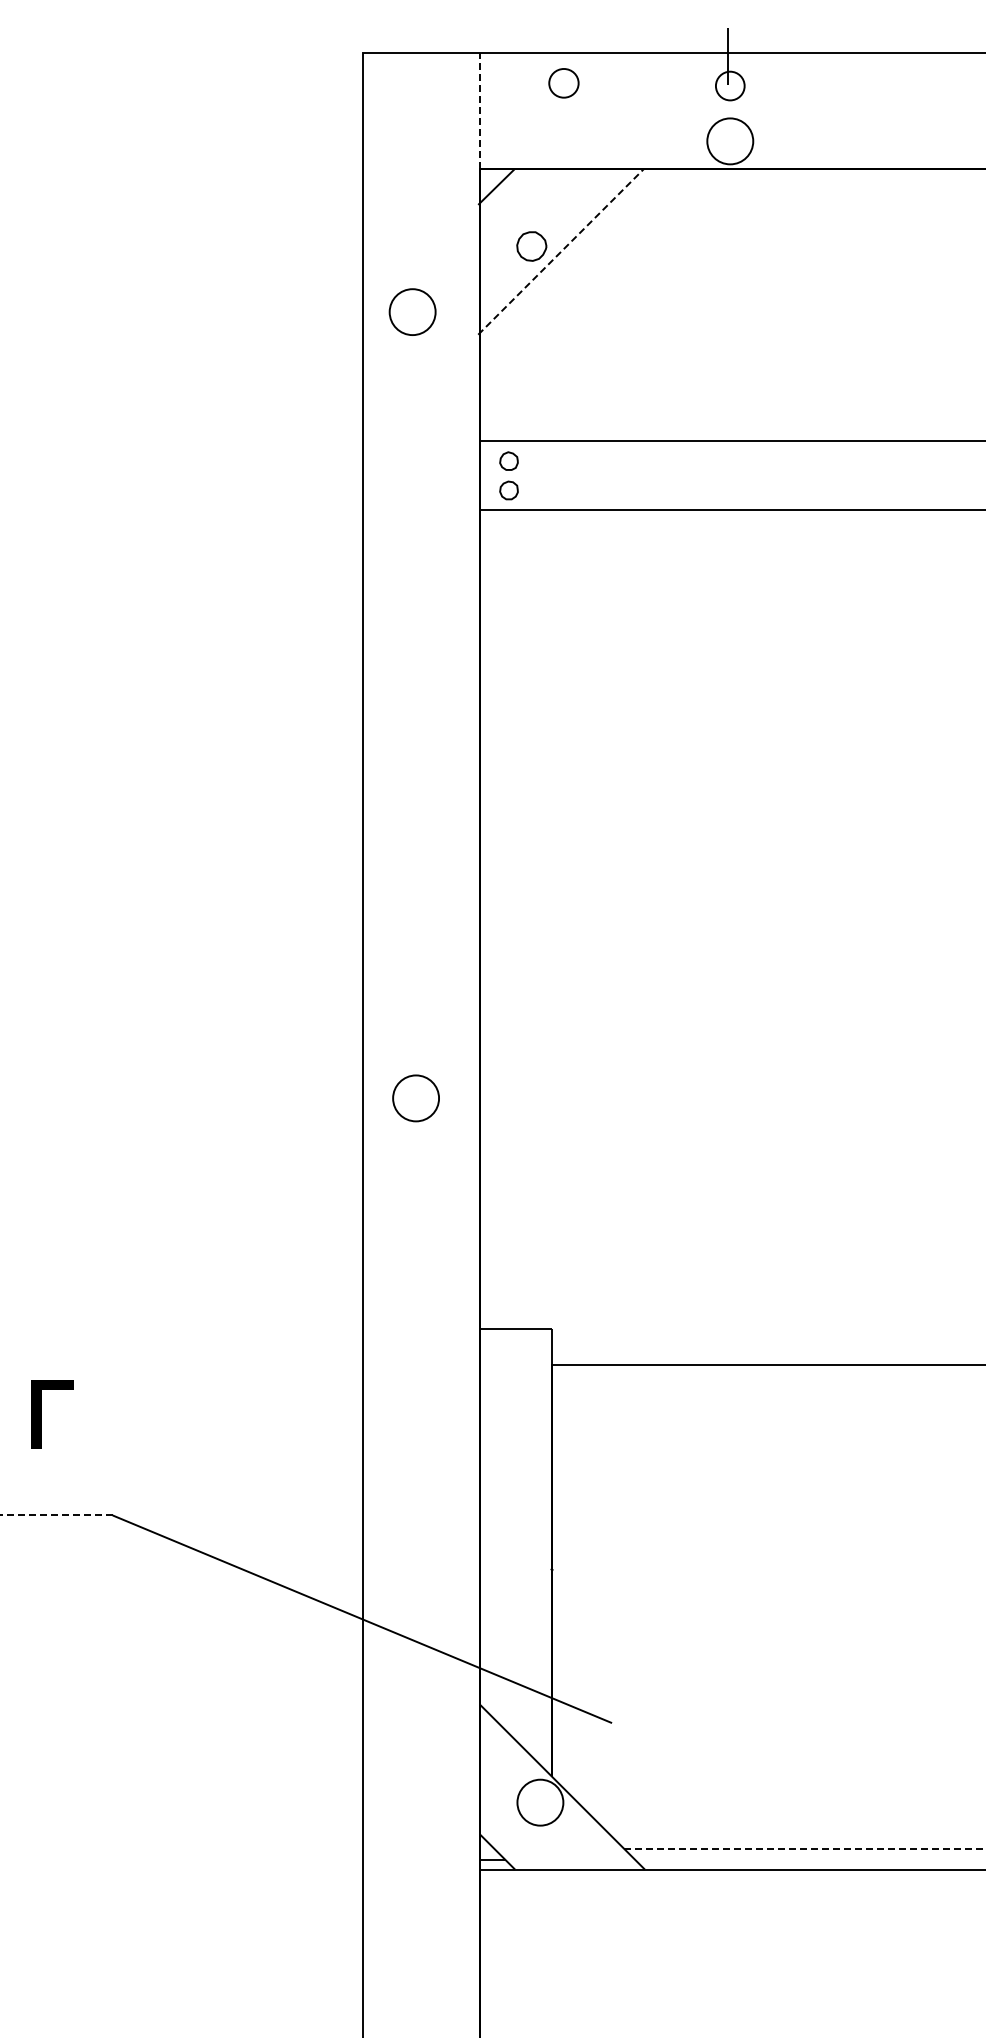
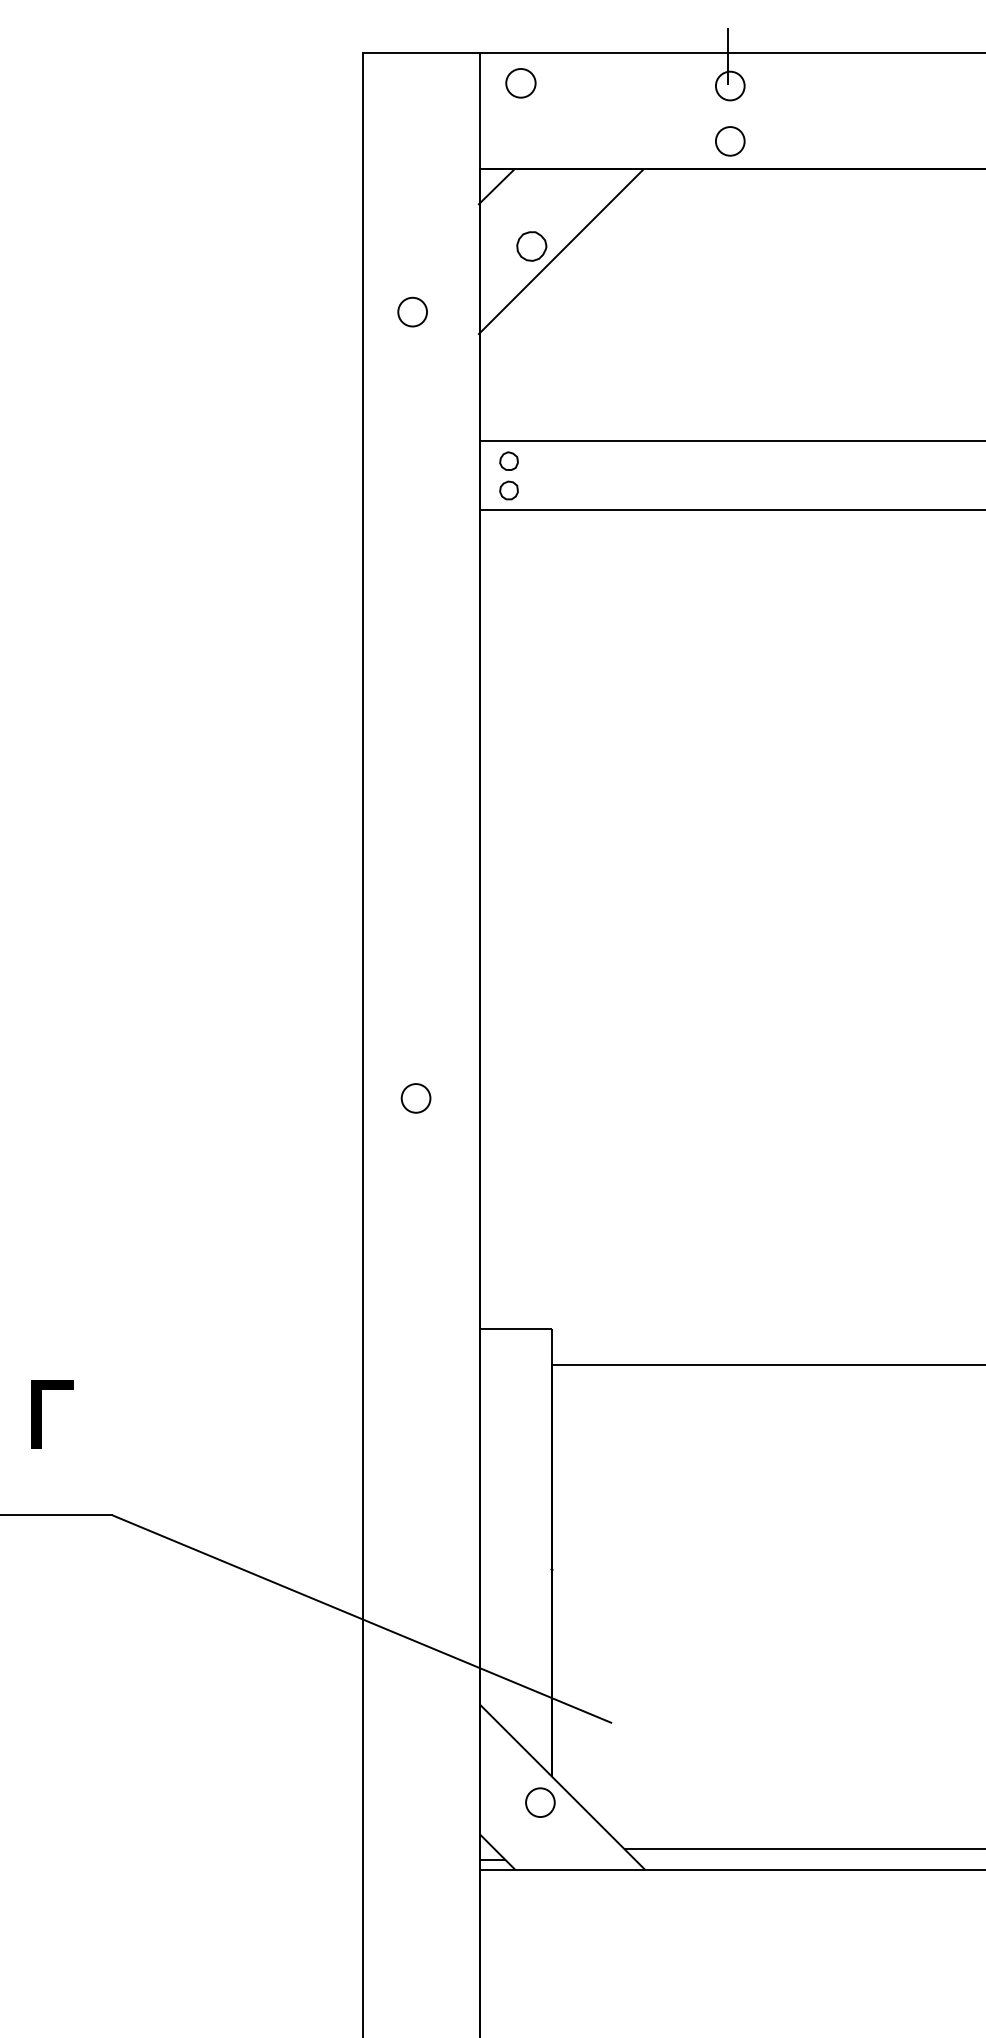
part at (563, 83) position: (563, 83) -> (520, 83)
line at (479, 110): dashed -> solid
circle at (730, 141) diameter: 46 px -> 29 px
line at (561, 251): dashed -> solid
circle at (412, 312) diameter: 46 px -> 29 px
circle at (416, 1098) diameter: 46 px -> 29 px
line at (56, 1515): dashed -> solid
circle at (540, 1802) diameter: 46 px -> 29 px
line at (804, 1849): dashed -> solid
